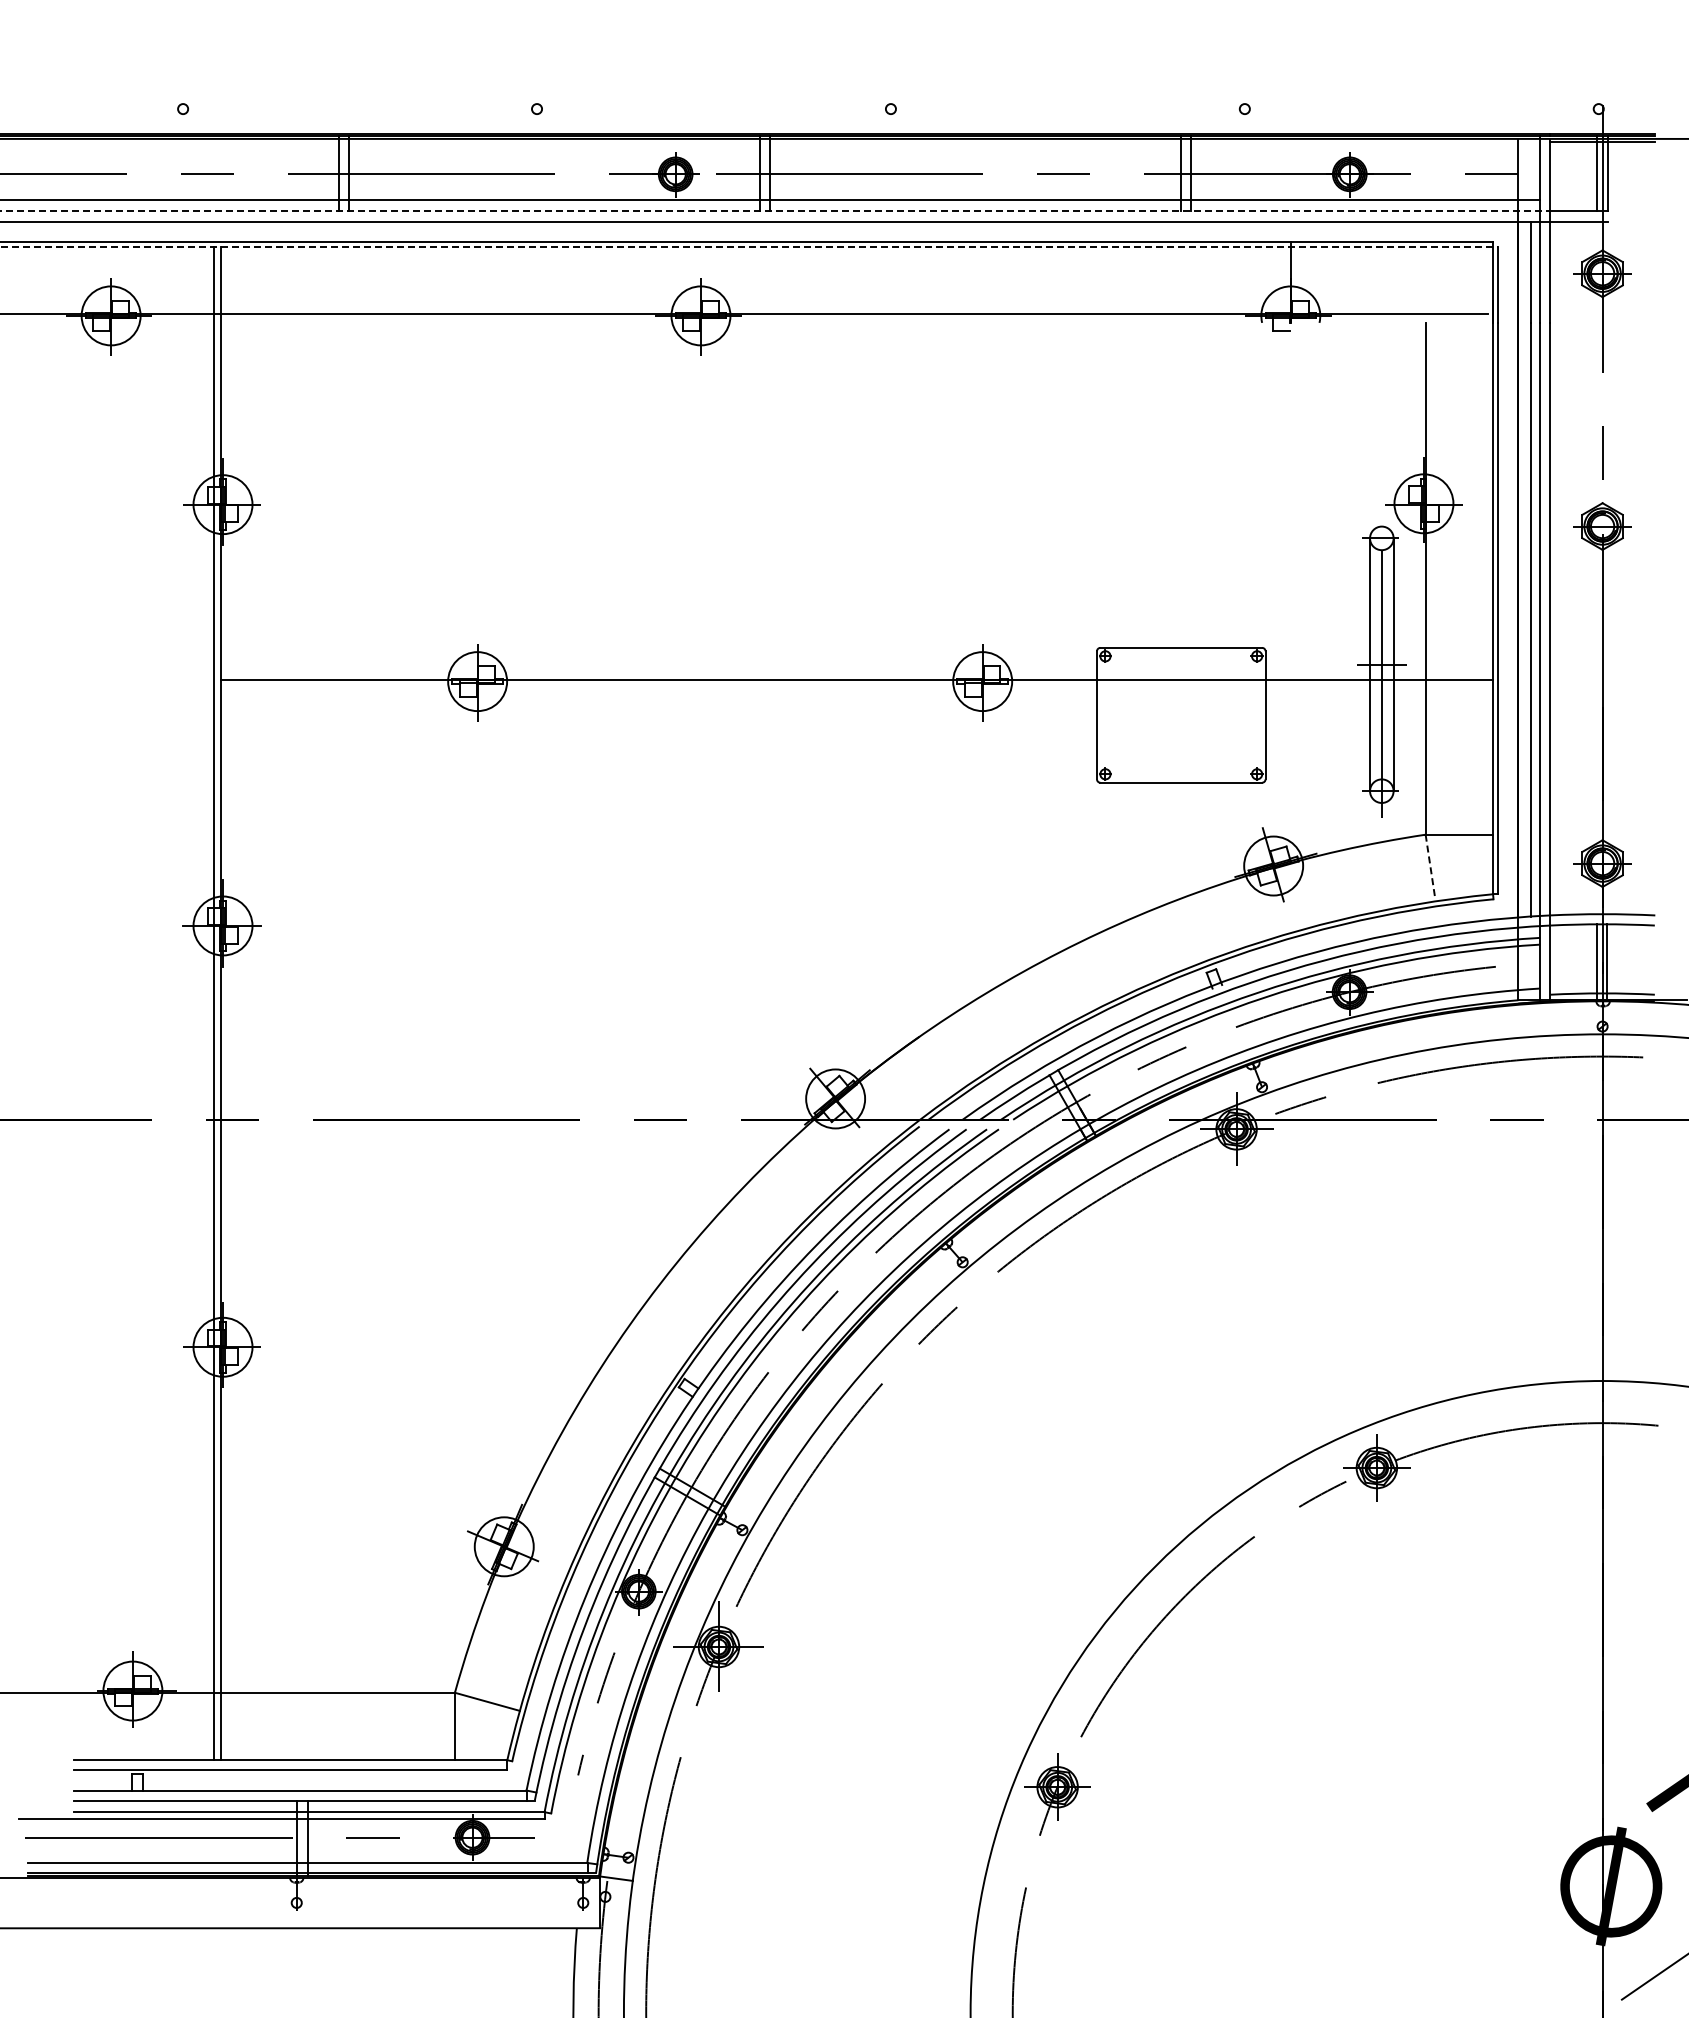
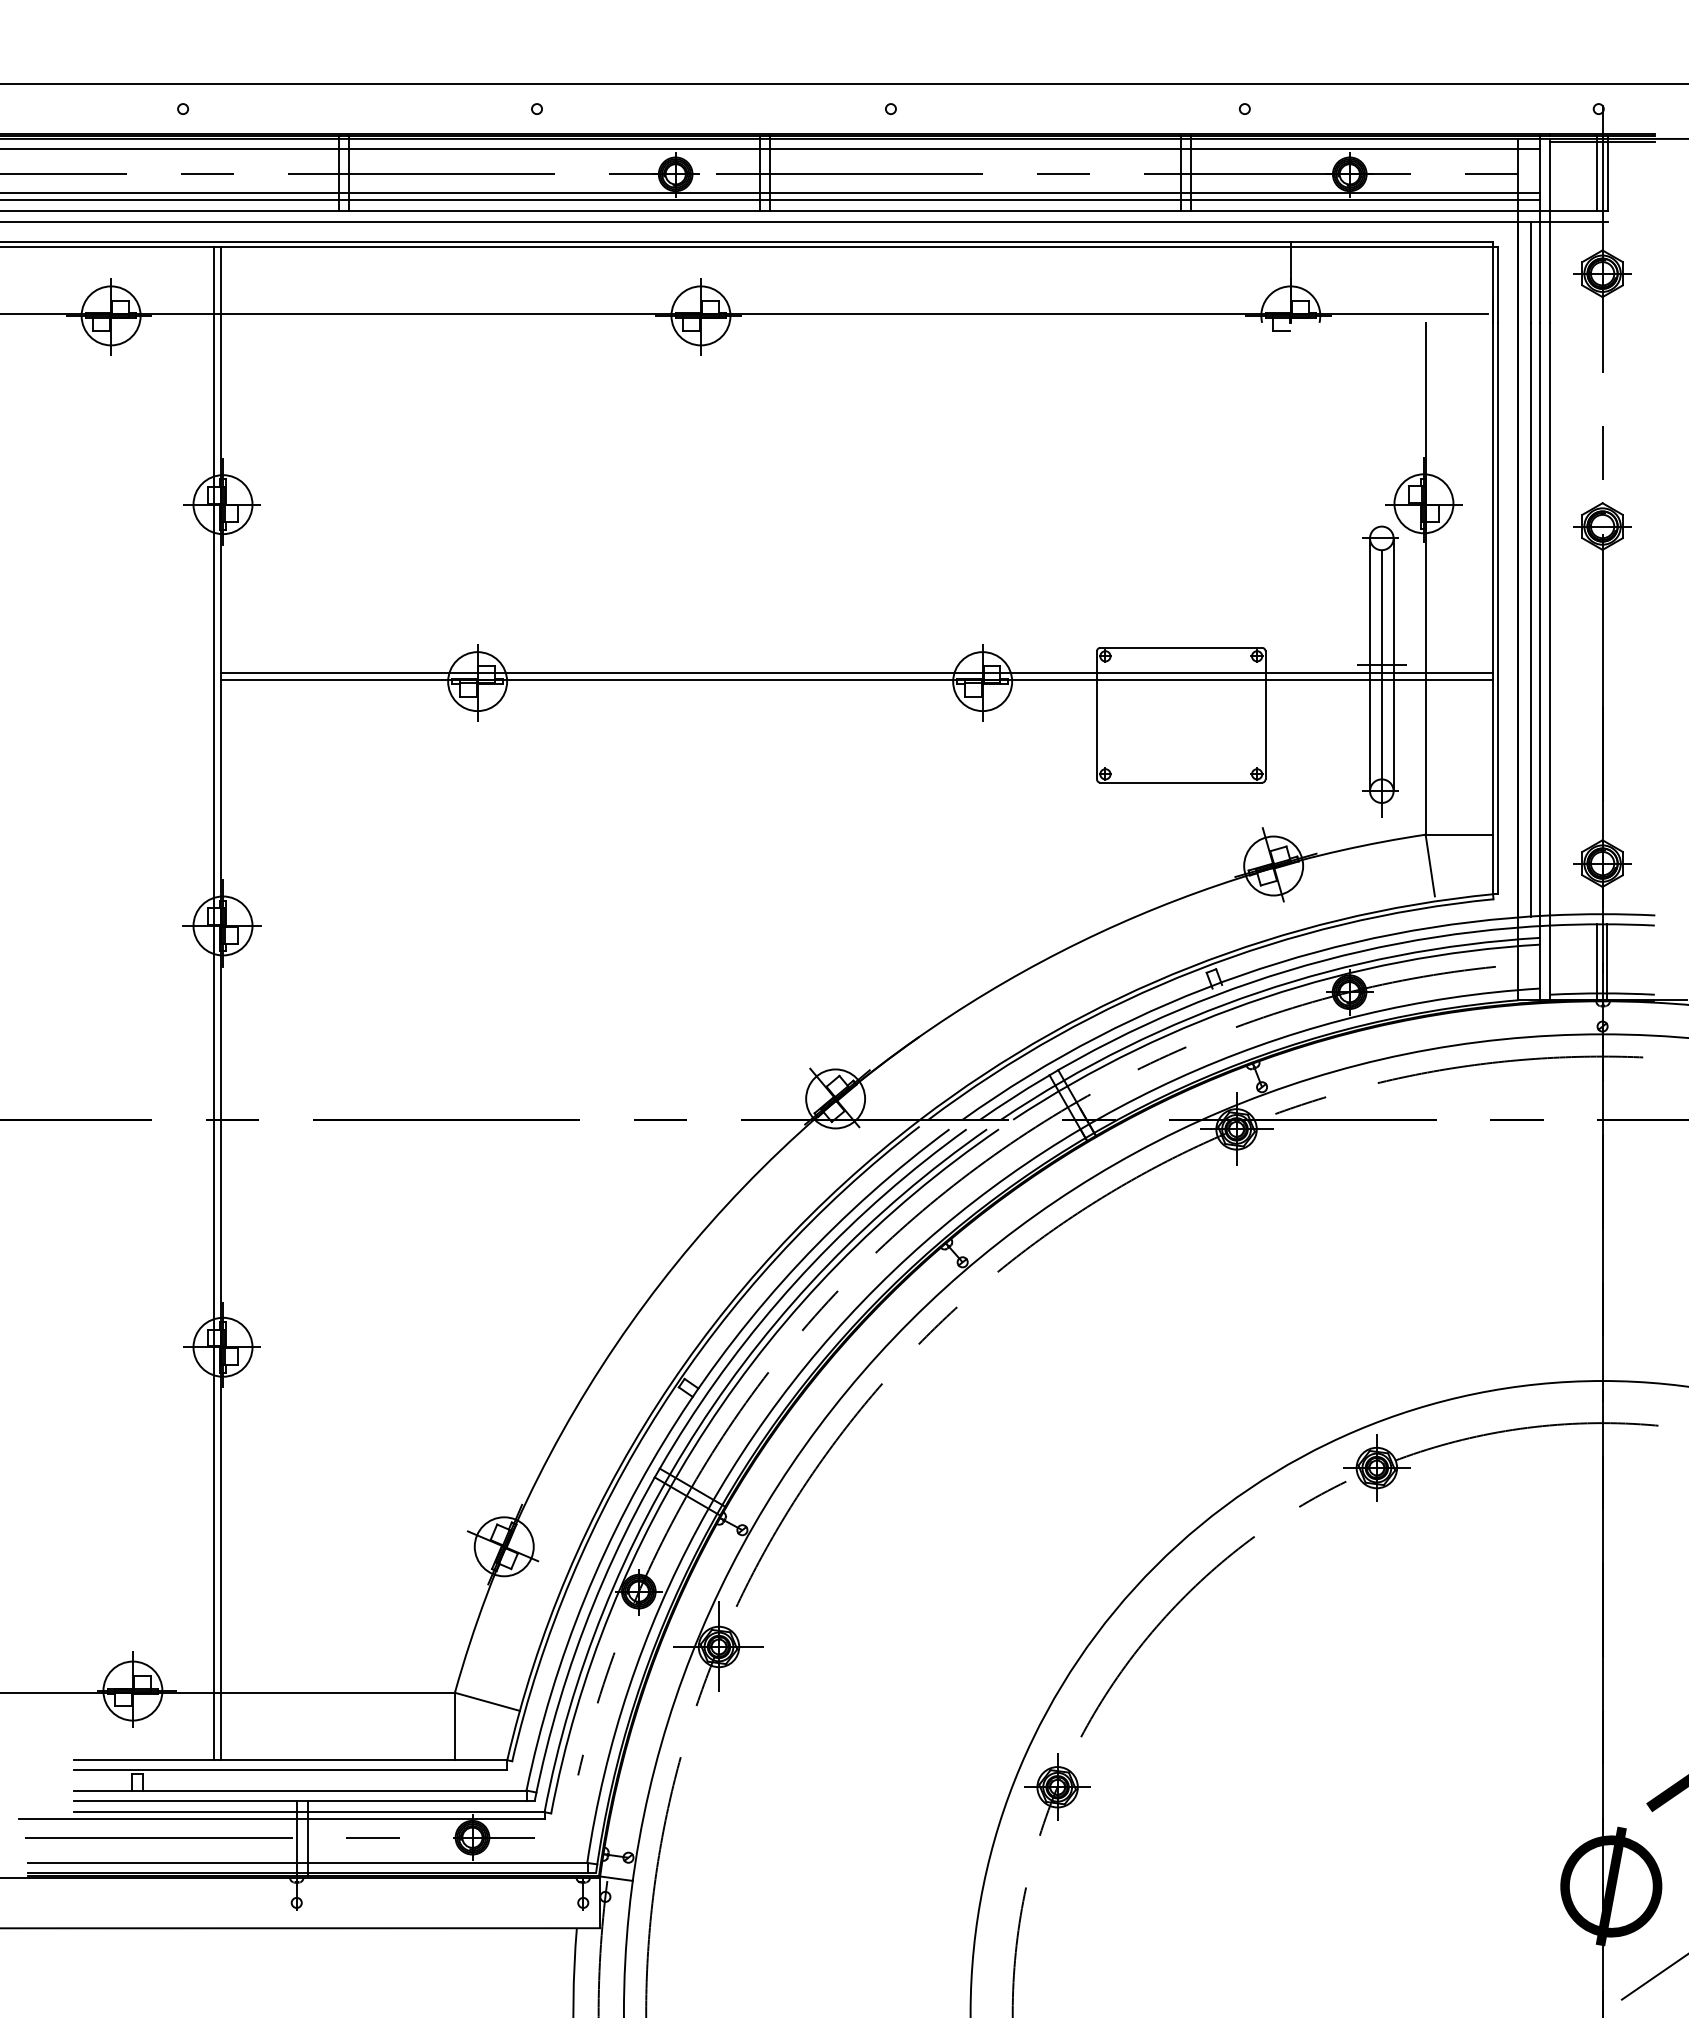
line at (843, 83): none -> present
line at (771, 149): none -> present
line at (771, 192): none -> present
line at (775, 211): dashed -> solid
line at (749, 246): dashed -> solid
line at (857, 673): none -> present
line at (1430, 866): dashed -> solid
